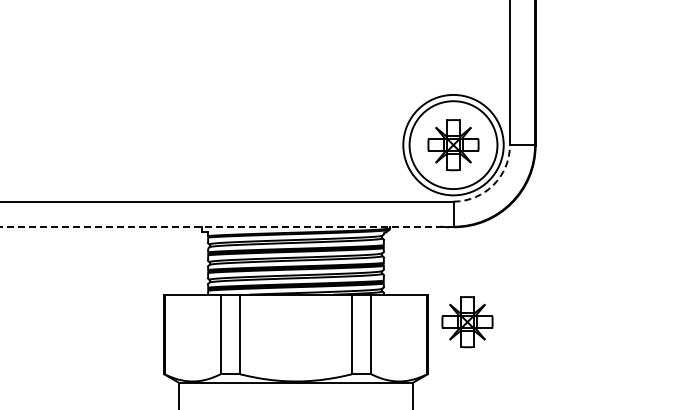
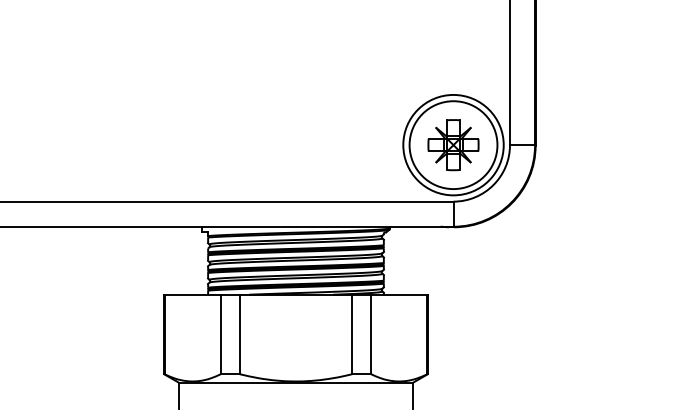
arc at (493, 185): dashed -> solid
line at (226, 226): dashed -> solid
part at (467, 322): present -> none
